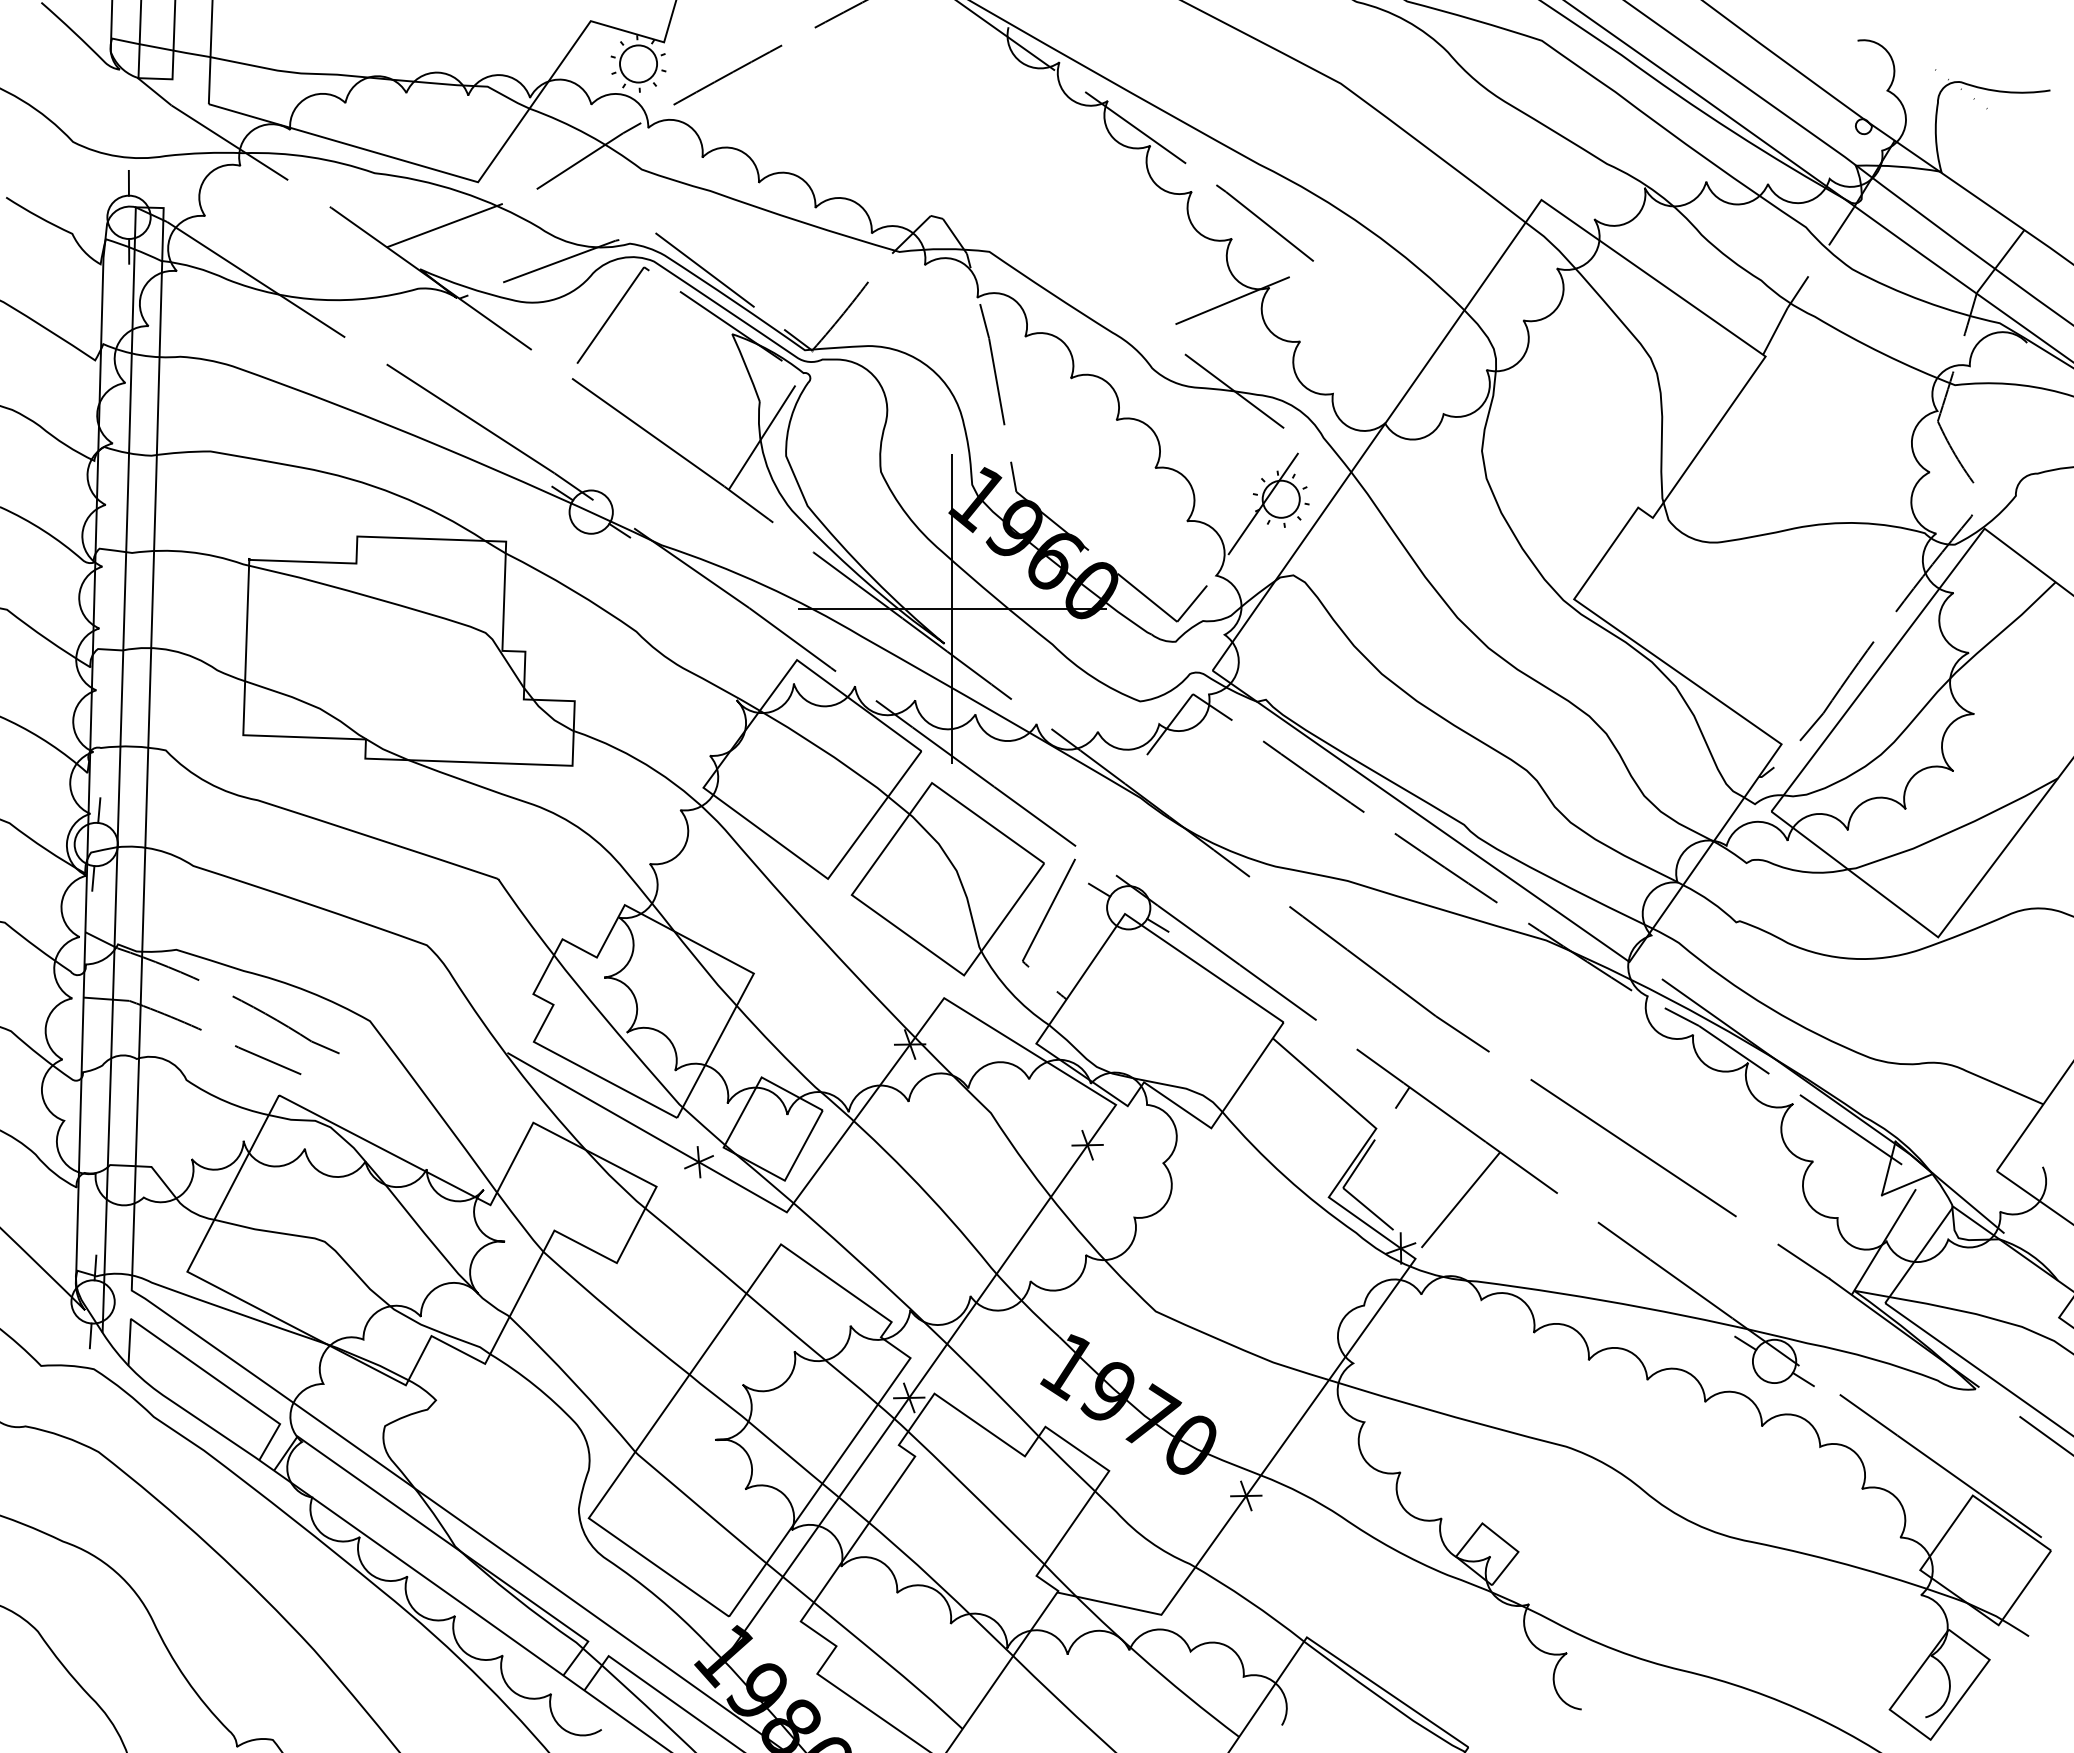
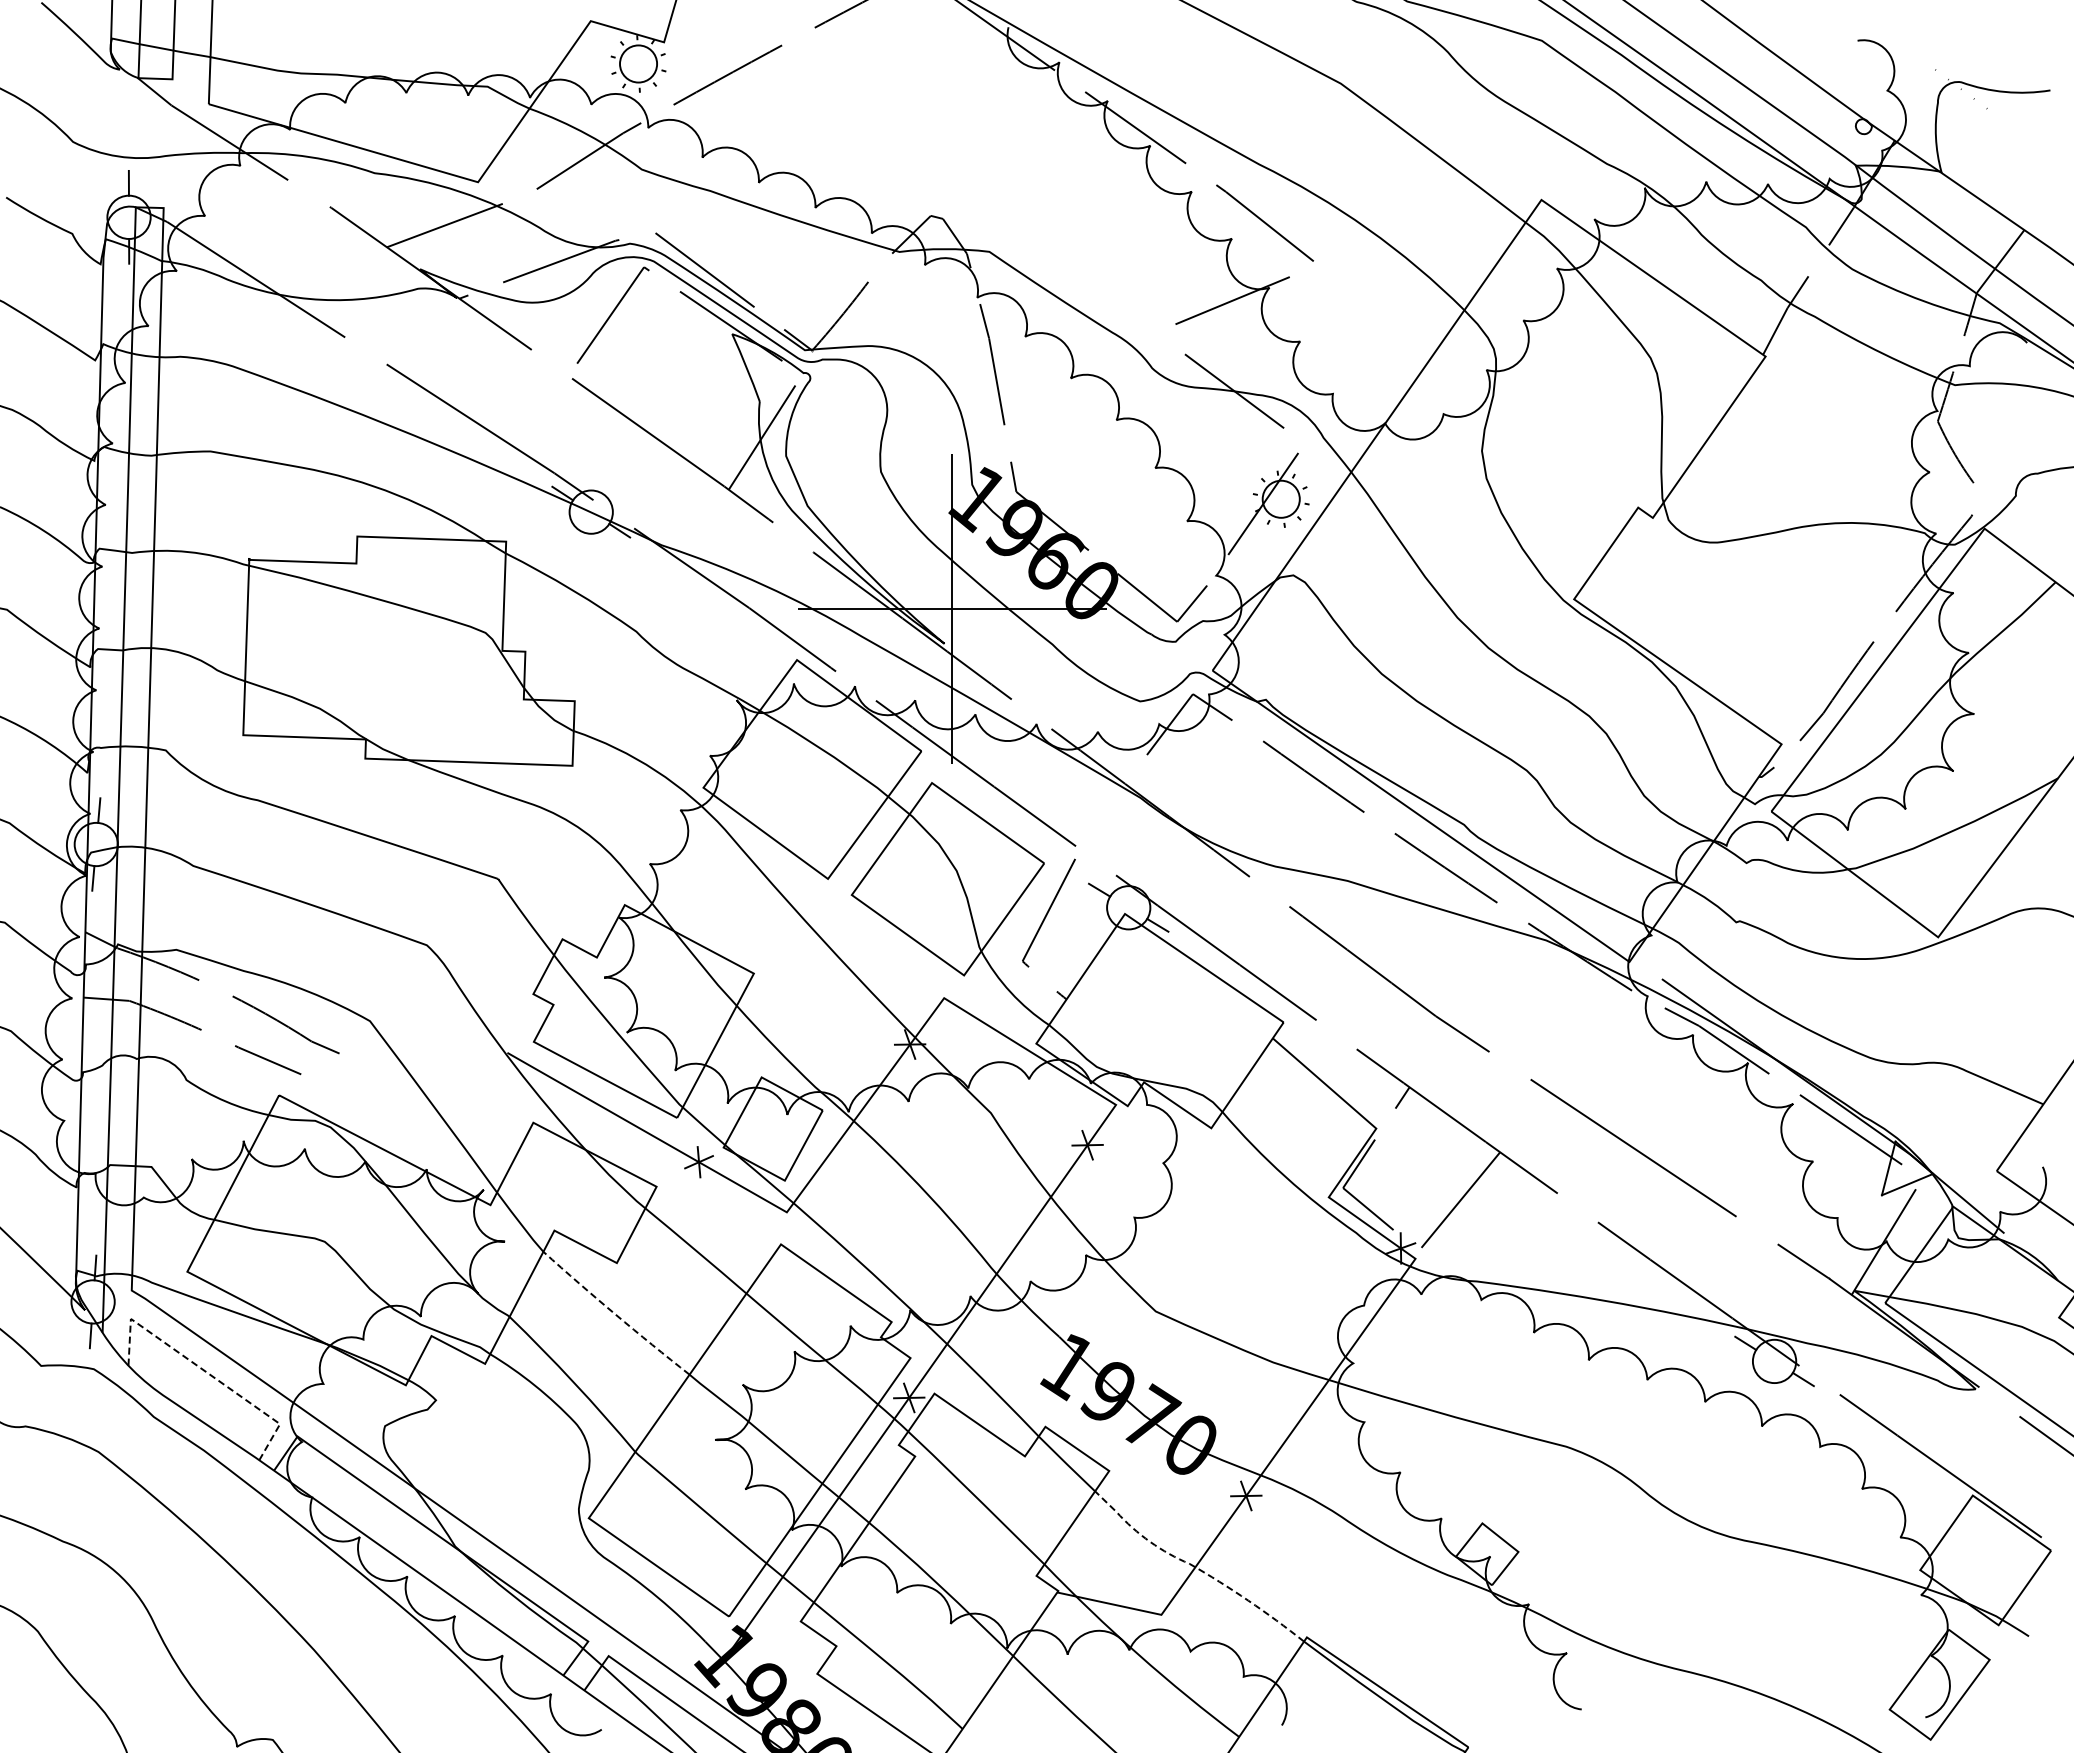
line at (615, 1314): solid -> dashed
line at (203, 1370): solid -> dashed
line at (1196, 1568): solid -> dashed
